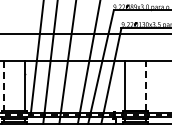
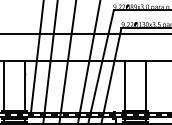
line at (4, 85): dashed -> solid
line at (145, 85): dashed -> solid
